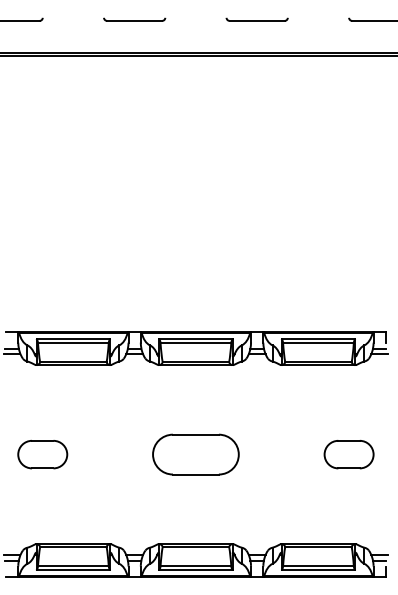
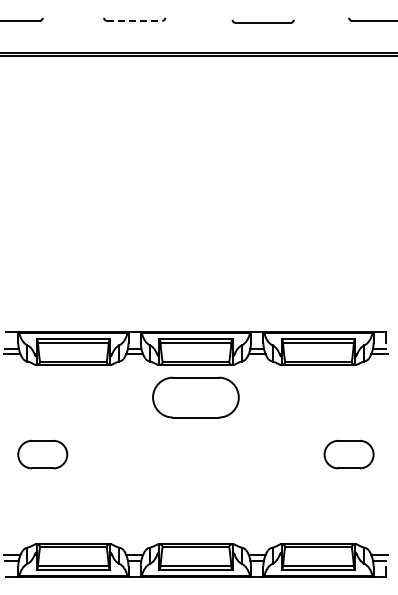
part at (256, 19) position: (256, 19) -> (262, 21)
line at (134, 20): solid -> dashed
part at (195, 454) position: (195, 454) -> (195, 397)
